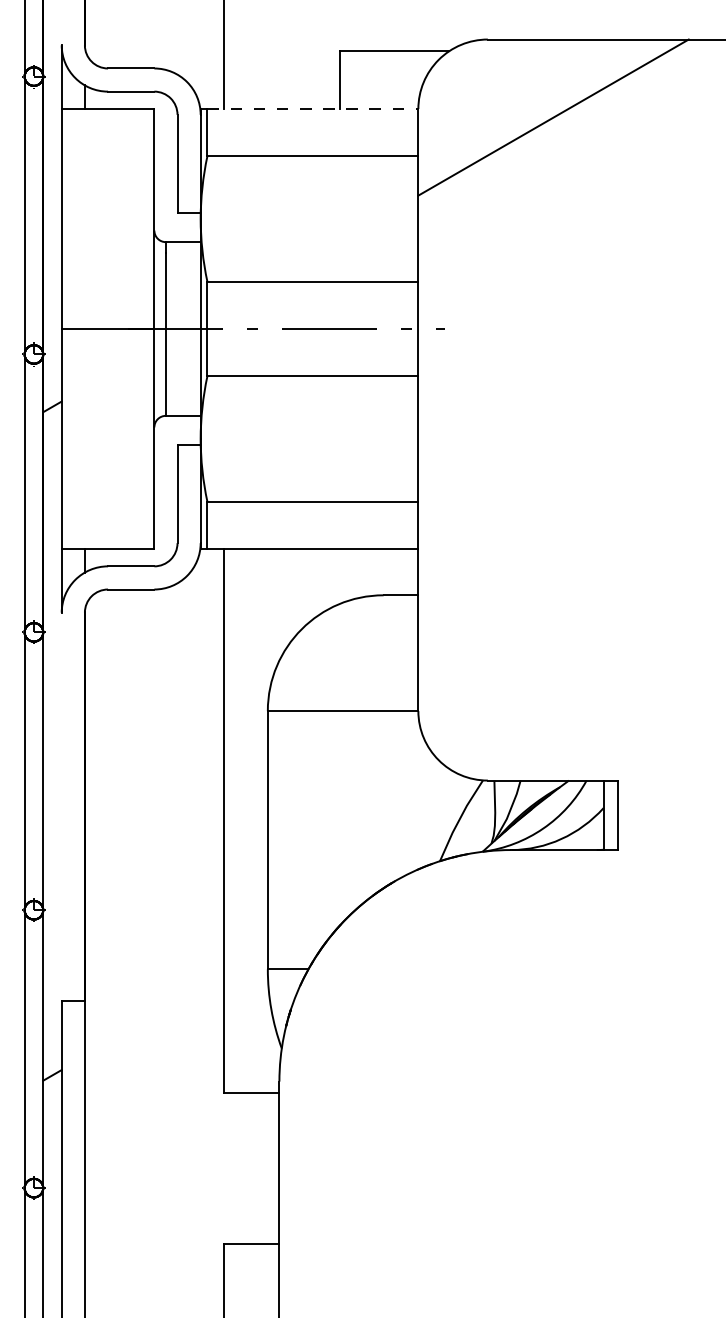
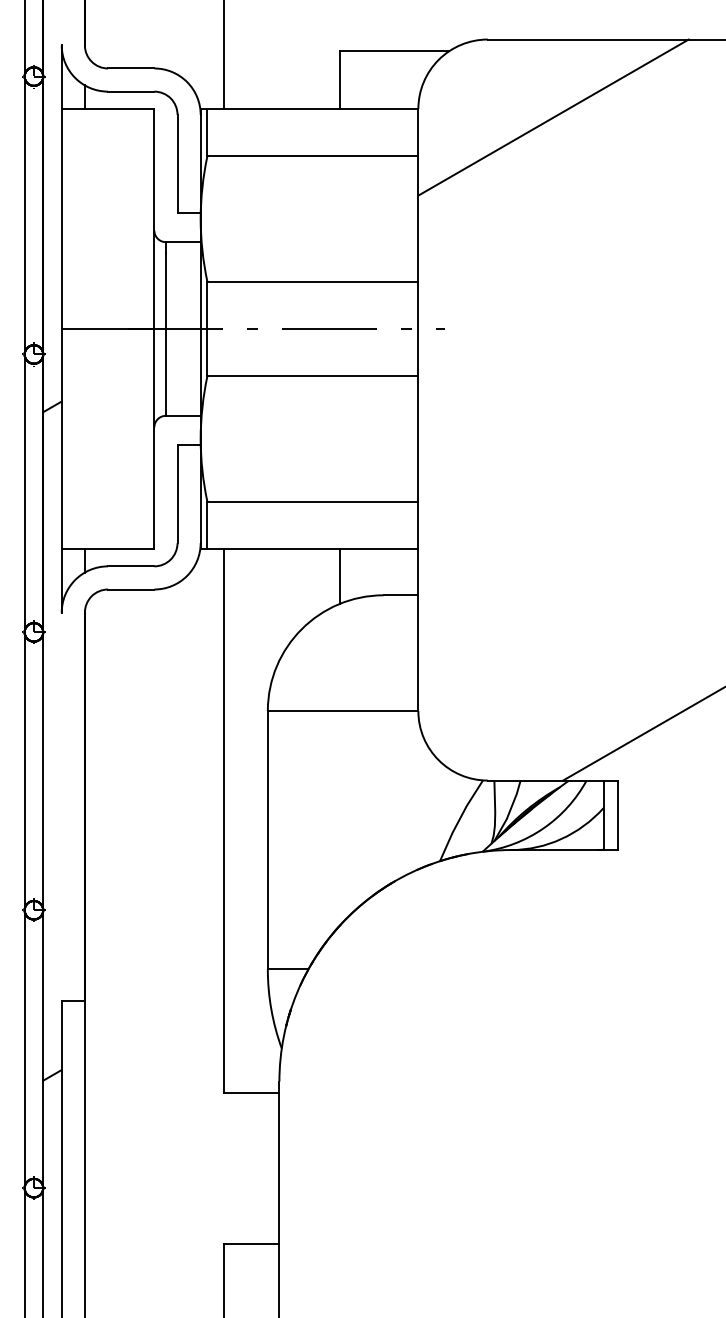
line at (313, 109): dashed -> solid
line at (339, 576): none -> present
line at (642, 734): none -> present
